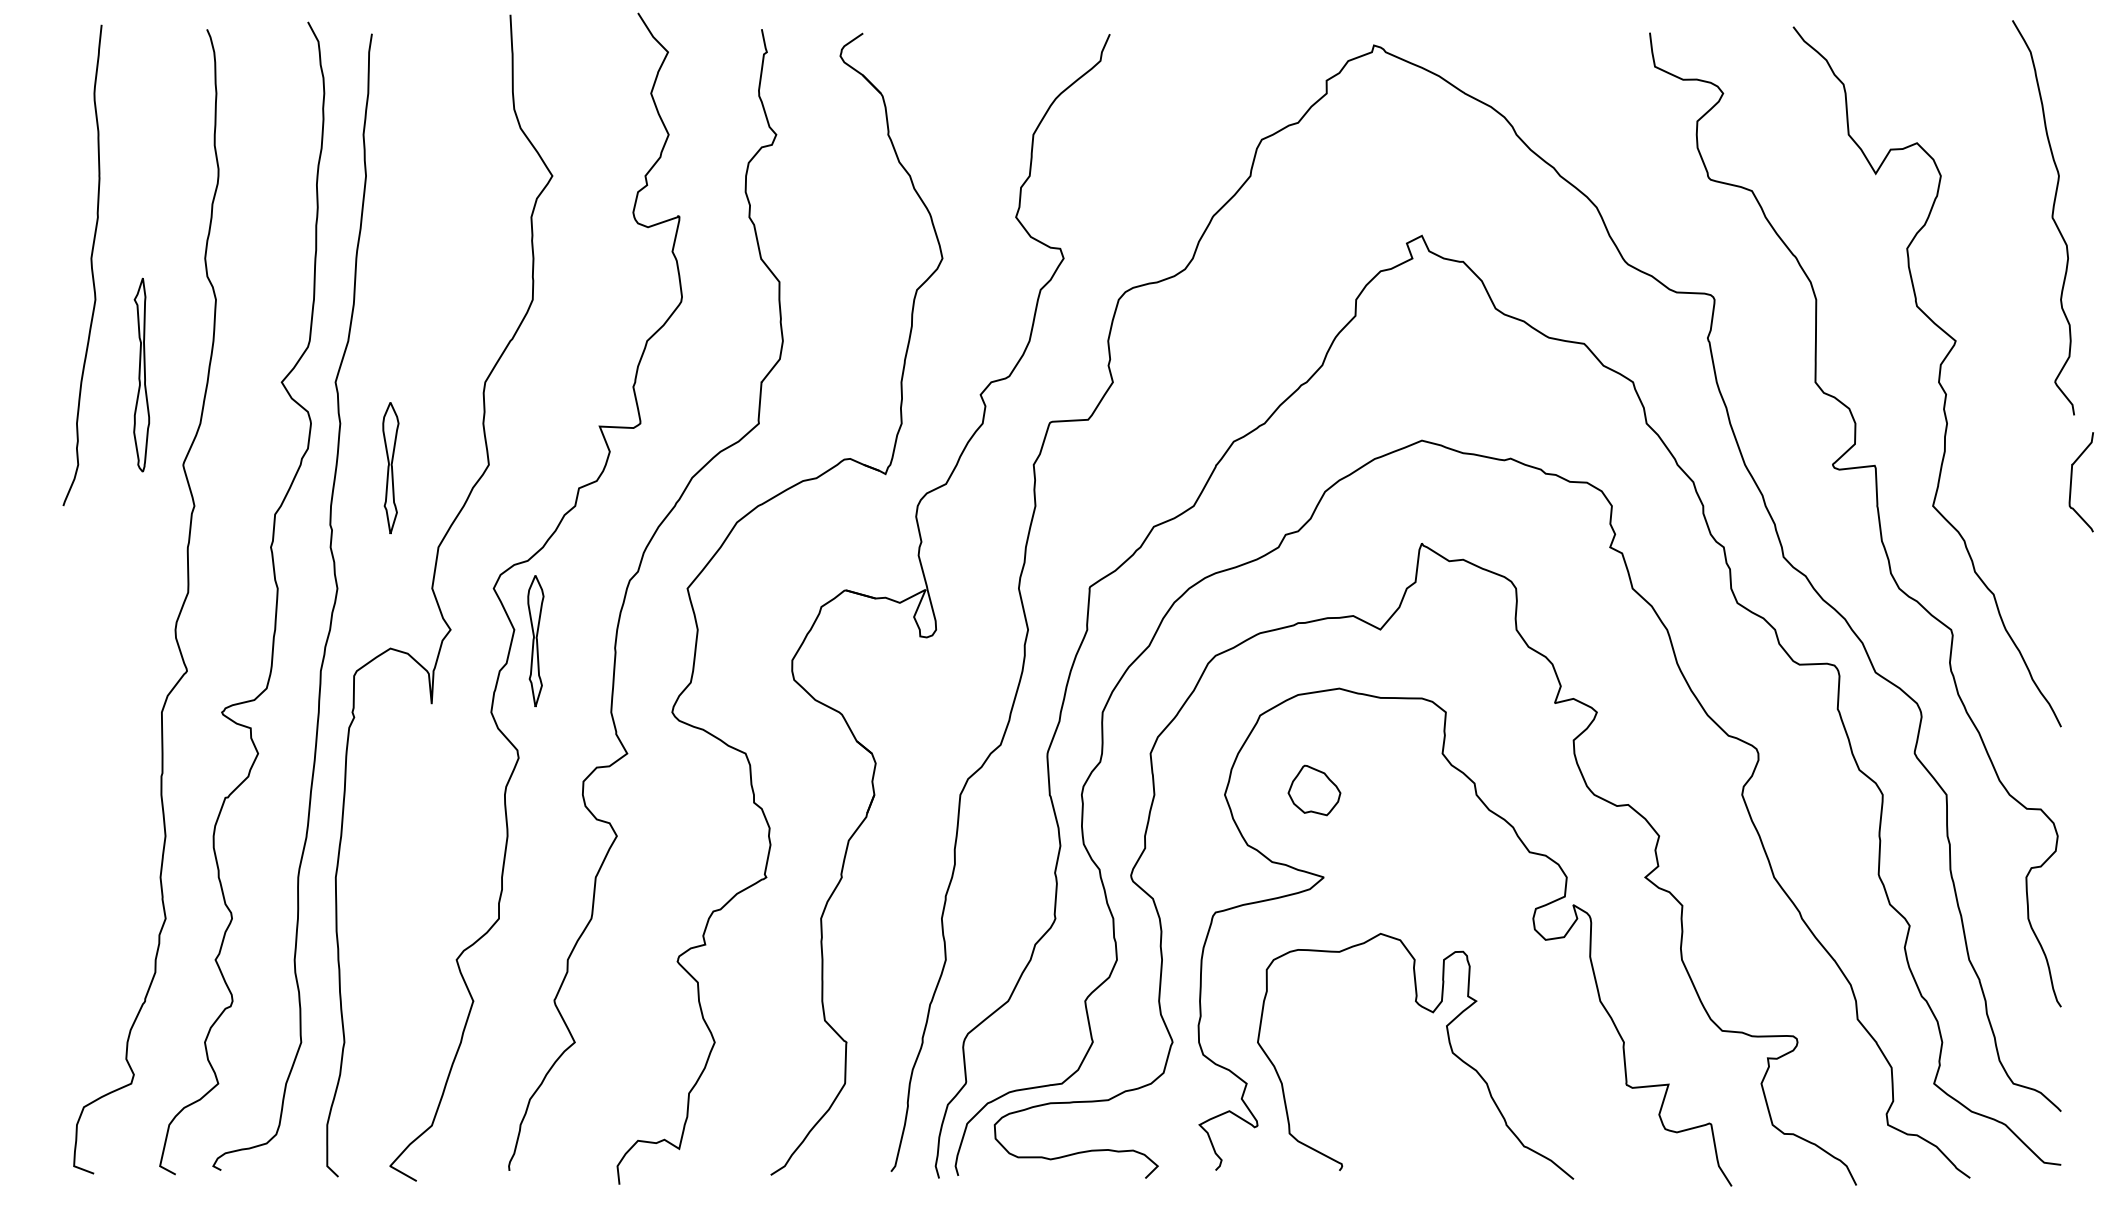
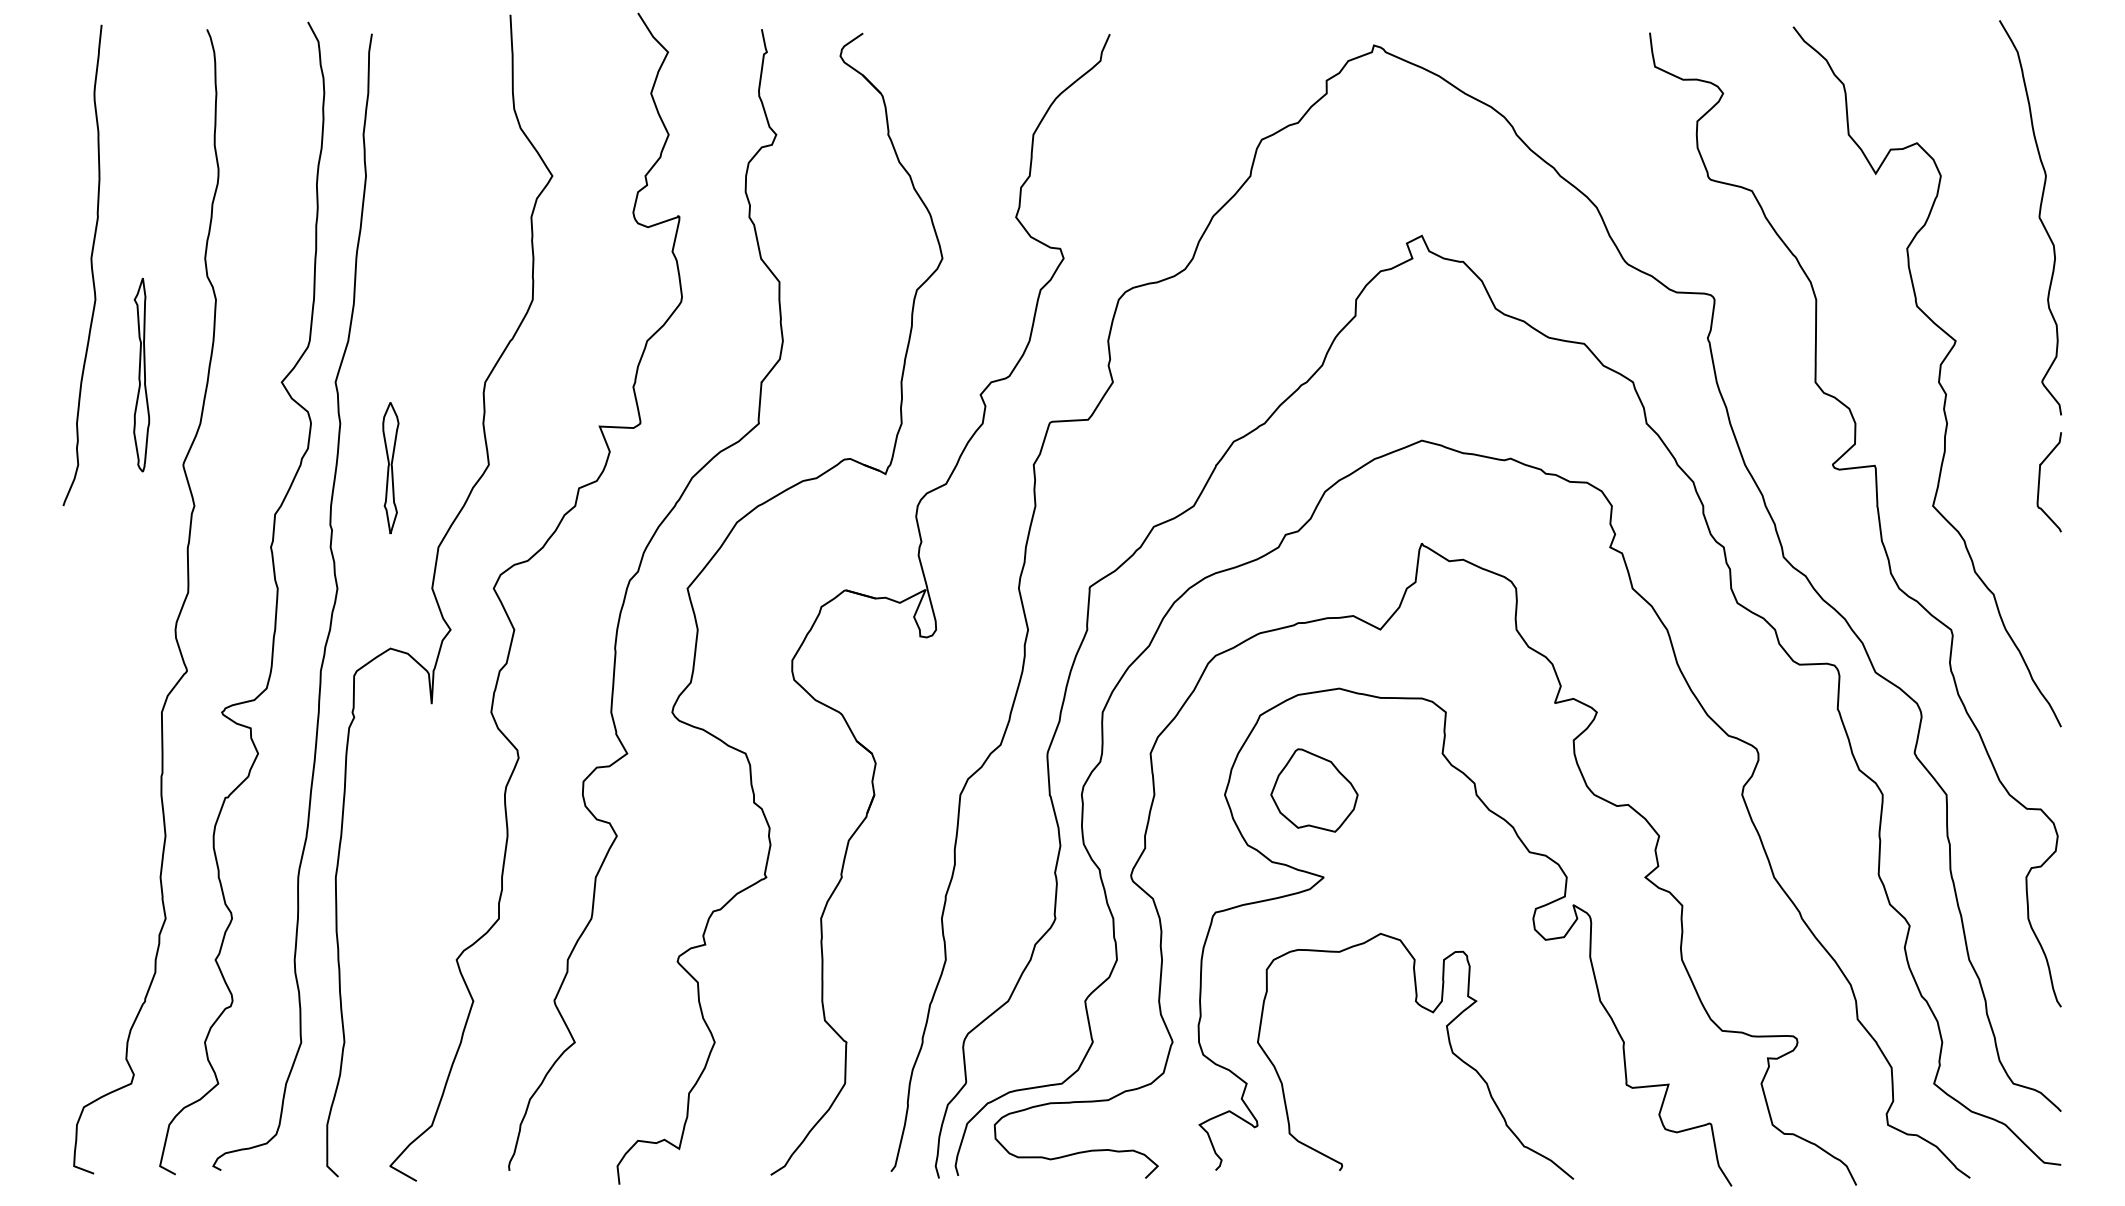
curve at (2051, 217) position: (2051, 217) -> (2038, 217)
curve at (2072, 479) position: (2072, 479) -> (2040, 479)
part at (535, 641): present -> none
part at (1314, 790) size: 55x53 px -> 89x85 px
